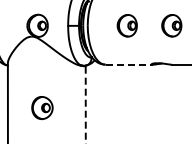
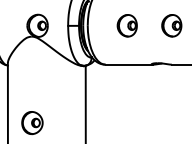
line at (129, 64): dashed -> solid
line at (85, 104): dashed -> solid
part at (42, 108) position: (42, 108) -> (32, 123)
